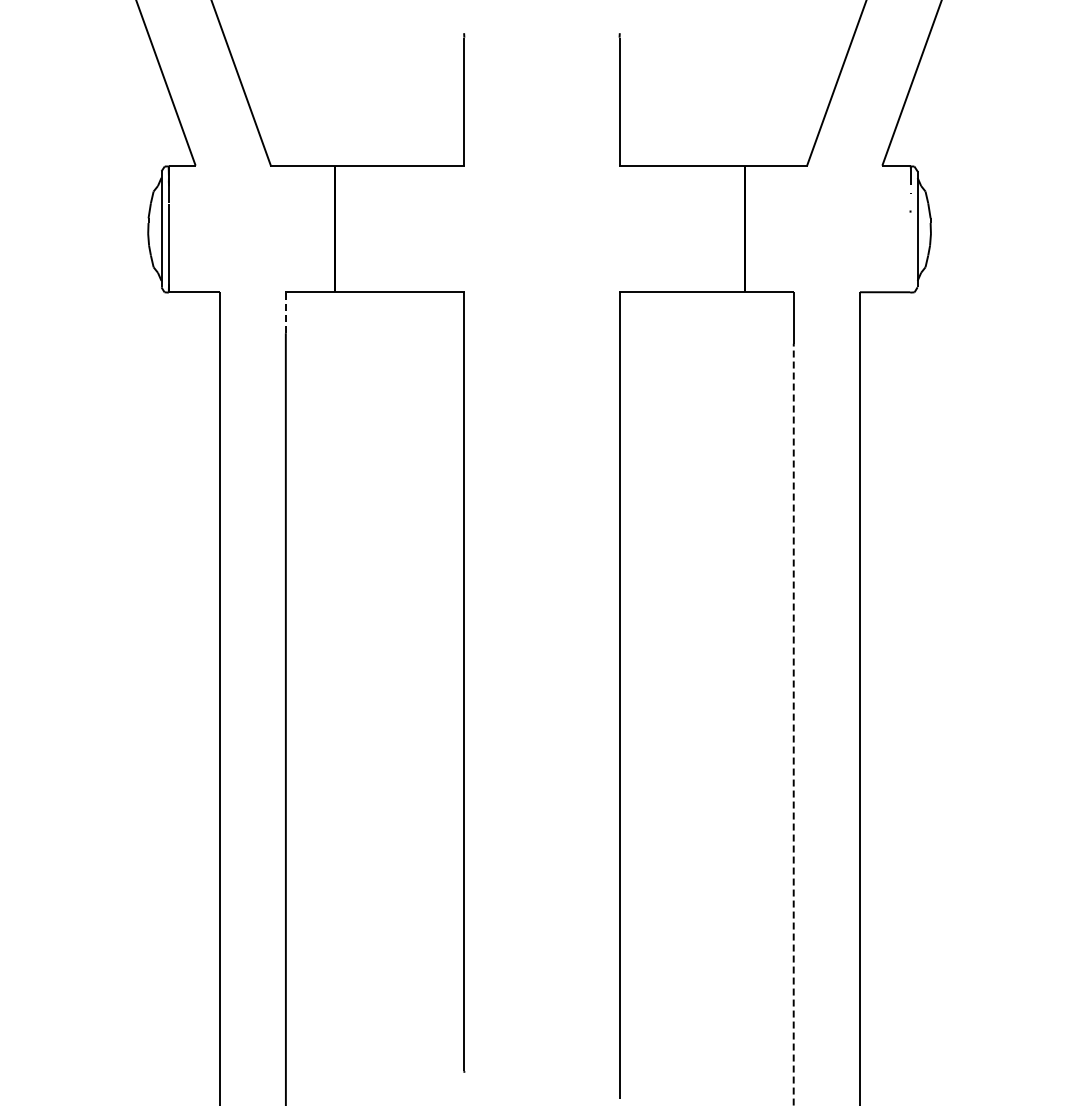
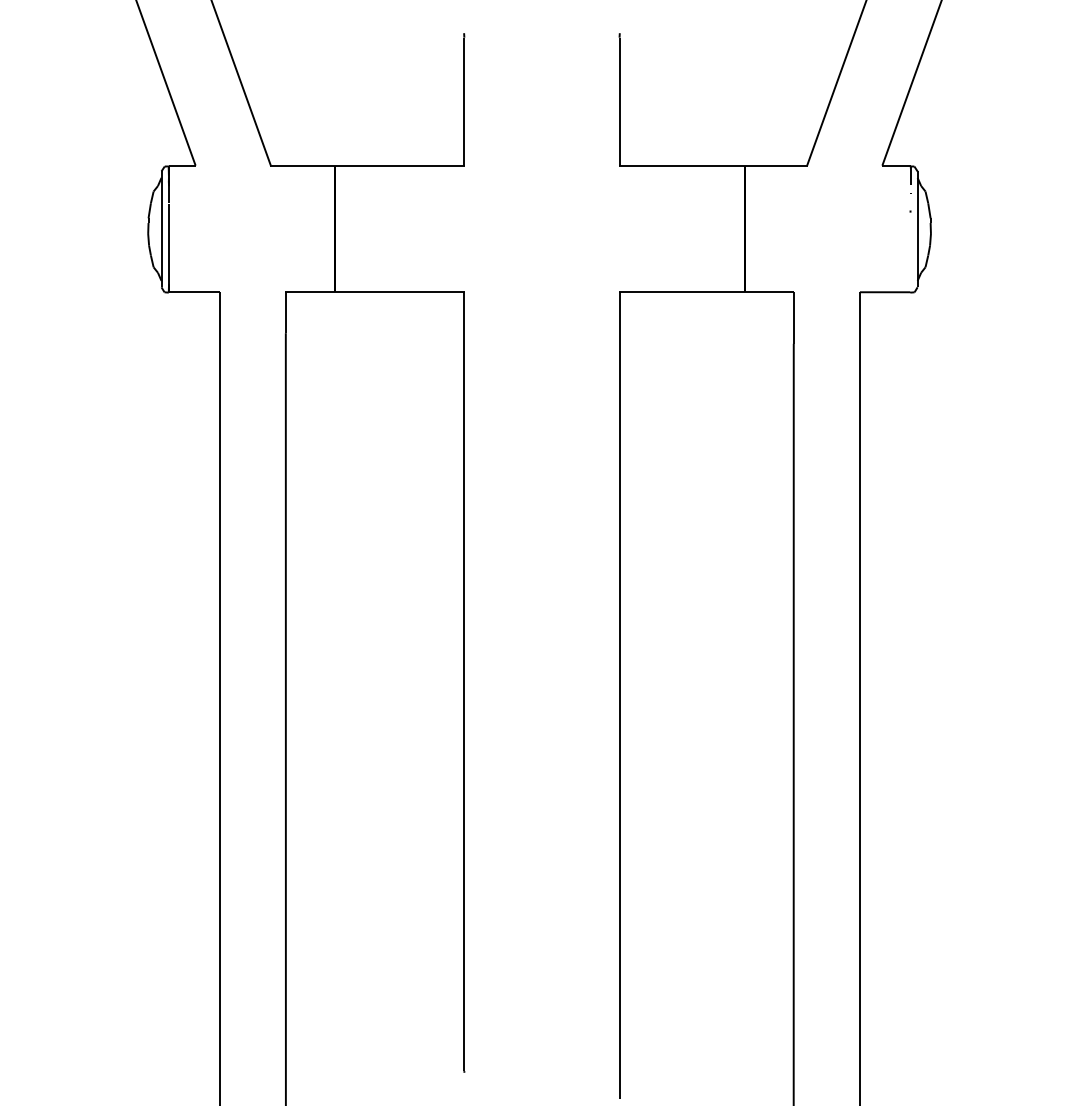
line at (285, 312): dashed -> solid
line at (793, 724): dashed -> solid
